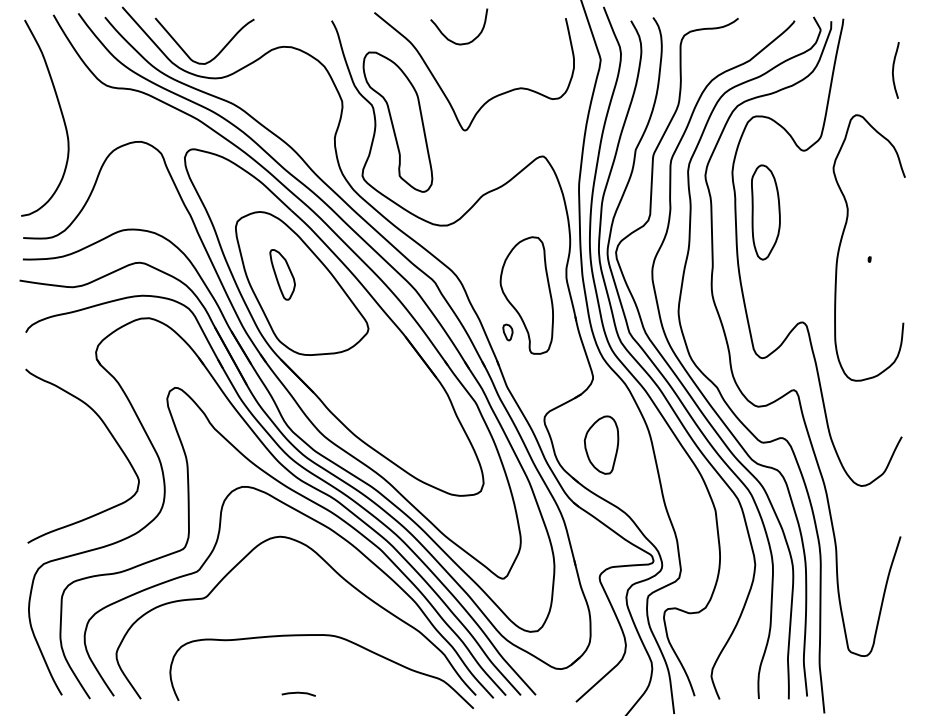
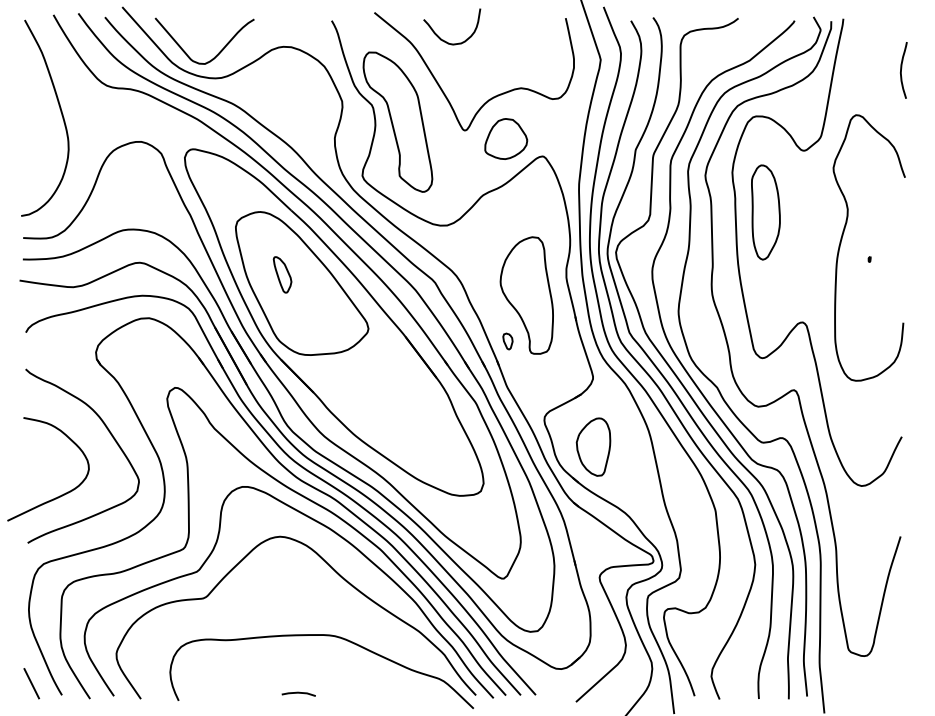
curve at (452, 40) position: (452, 40) -> (445, 40)
curve at (893, 70) position: (893, 70) -> (901, 70)
part at (506, 138): none -> present
part at (282, 274) size: 27x52 px -> 21x38 px
part at (507, 332) position: (507, 332) -> (507, 341)
part at (601, 444) position: (601, 444) -> (593, 446)
curve at (61, 494): none -> present
line at (31, 683): none -> present
